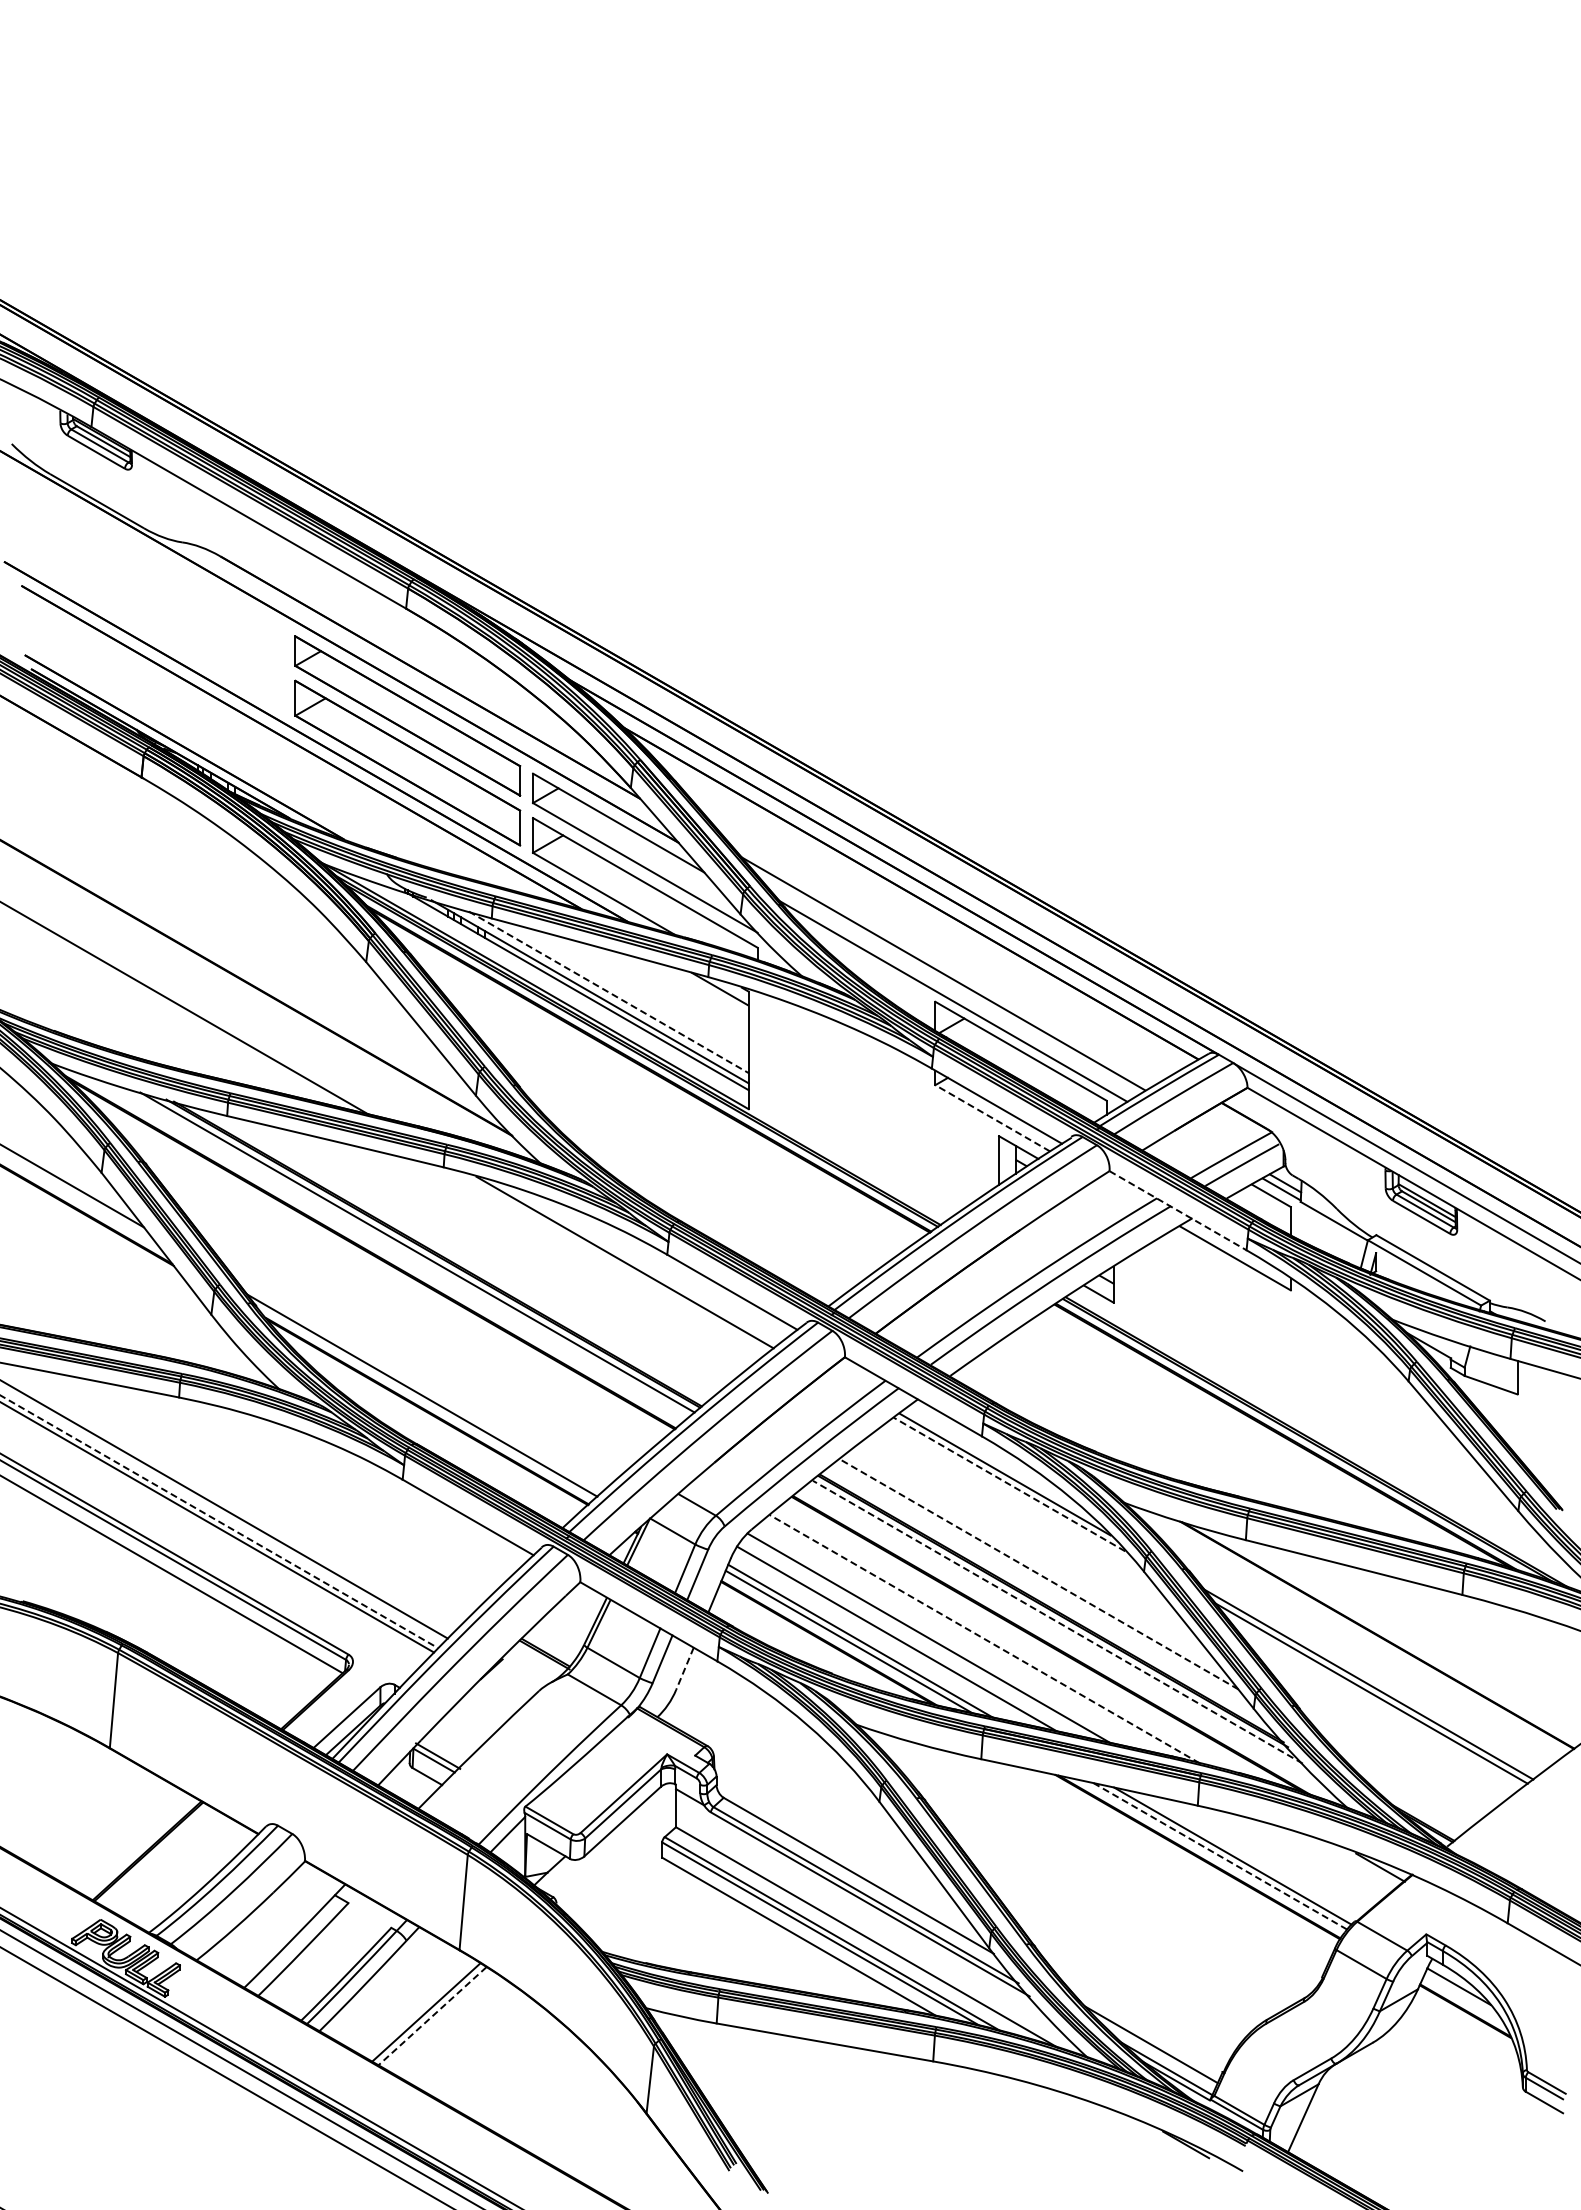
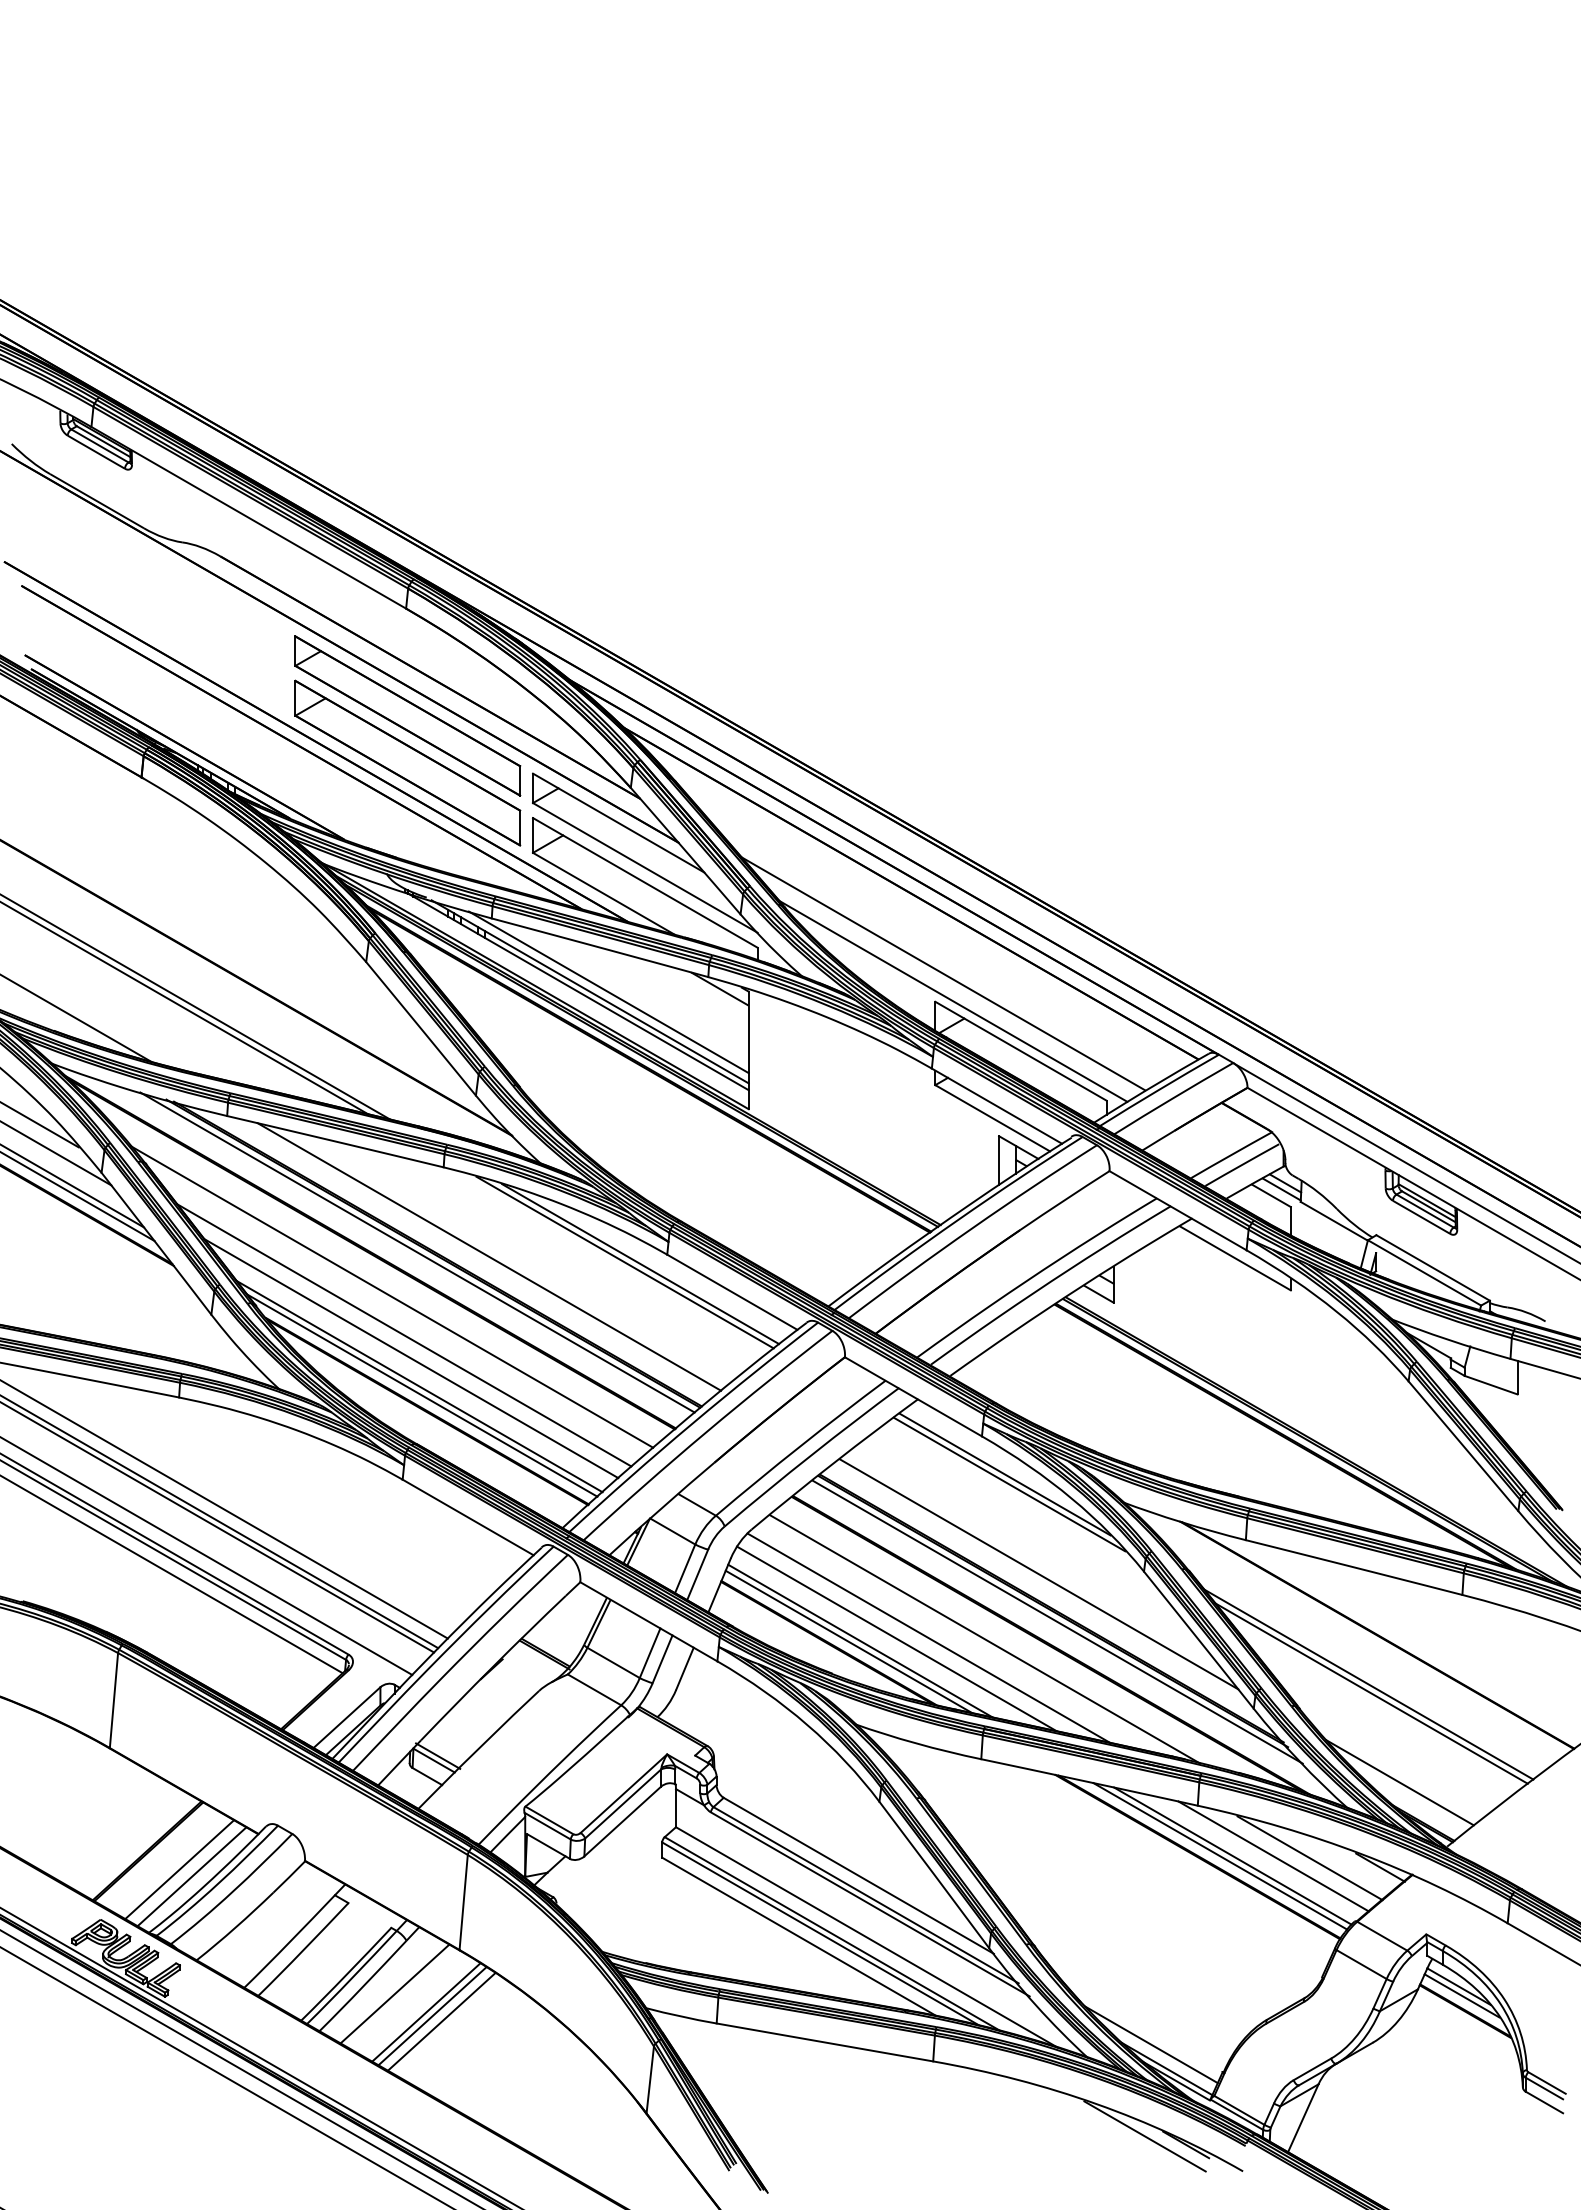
line at (608, 992): dashed -> solid
line at (196, 1007): none -> present
line at (76, 1018): none -> present
line at (992, 1118): dashed -> solid
line at (40, 1125): none -> present
line at (56, 1153): none -> present
line at (78, 1196): none -> present
line at (1178, 1210): dashed -> solid
line at (489, 1256): none -> present
line at (640, 1264): none -> present
line at (391, 1296): none -> present
line at (404, 1335): none -> present
line at (411, 1358): none -> present
line at (419, 1386): none -> present
line at (1009, 1484): dashed -> solid
line at (219, 1521): dashed -> solid
line at (207, 1556): none -> present
line at (1039, 1574): dashed -> solid
line at (1057, 1622): dashed -> solid
line at (984, 1638): dashed -> solid
line at (684, 1668): dashed -> solid
line at (1399, 1782): none -> present
line at (1219, 1856): dashed -> solid
line at (1273, 1856): none -> present
line at (1309, 1858): none -> present
line at (179, 1869): none -> present
line at (191, 1876): none -> present
line at (394, 1993): none -> present
line at (1461, 1995): none -> present
line at (432, 2016): dashed -> solid
line at (441, 2021): none -> present
line at (1144, 2136): none -> present
